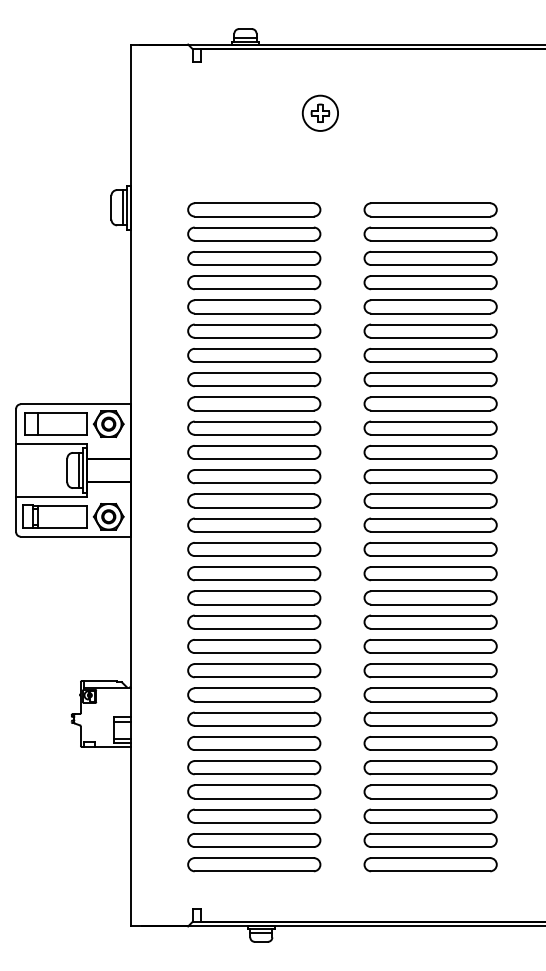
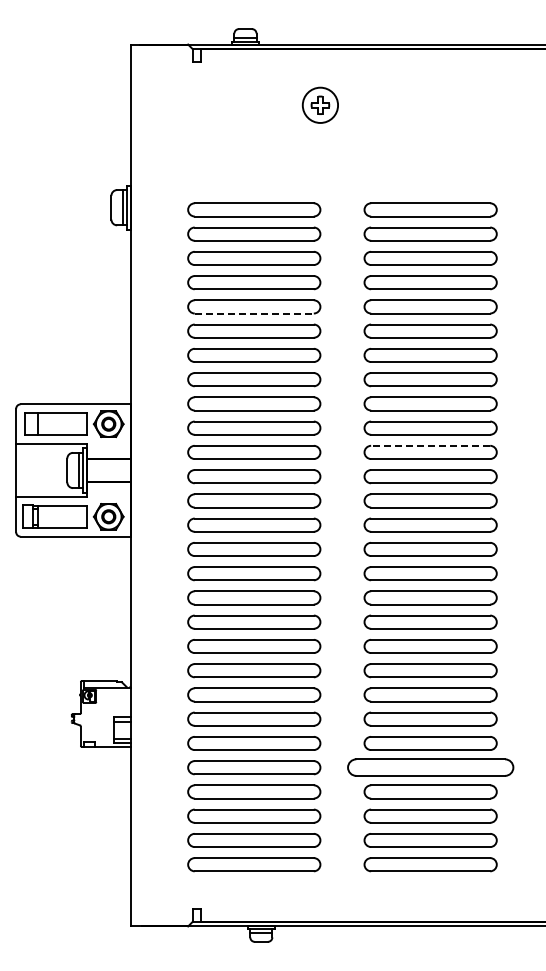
part at (319, 112) position: (319, 112) -> (319, 104)
line at (254, 313): solid -> dashed
line at (430, 445): solid -> dashed
part at (430, 767) size: 135x16 px -> 168x19 px
